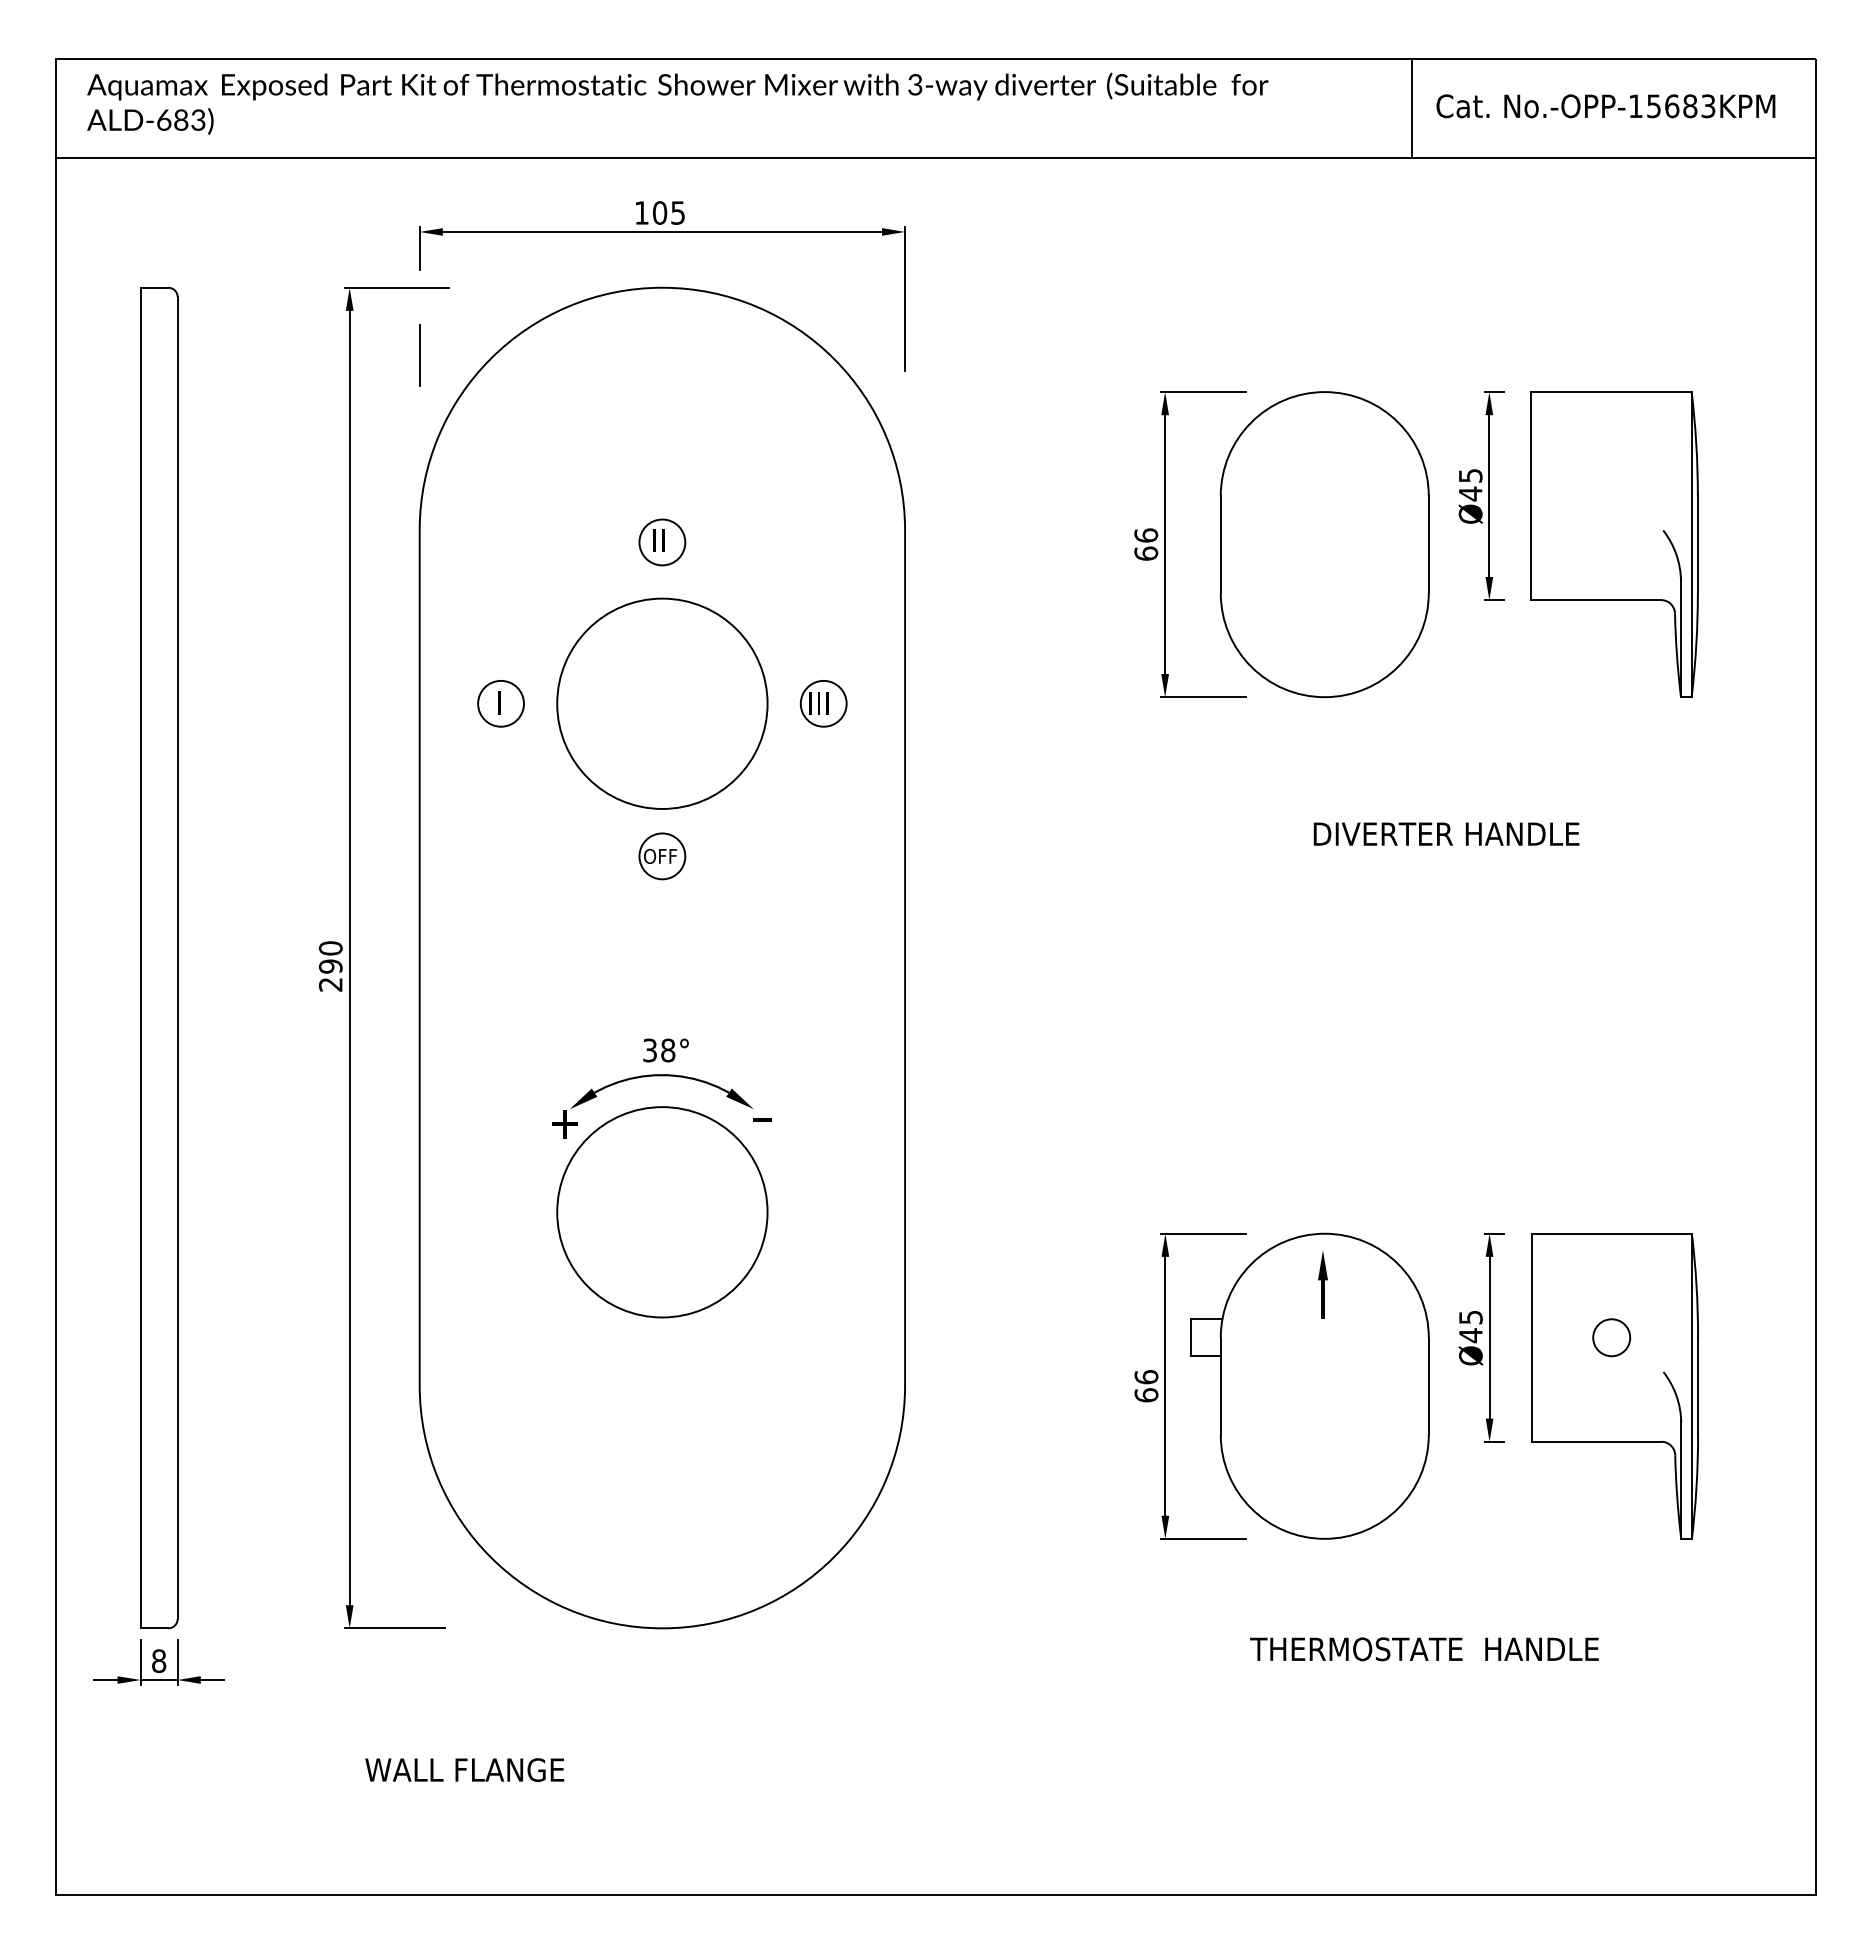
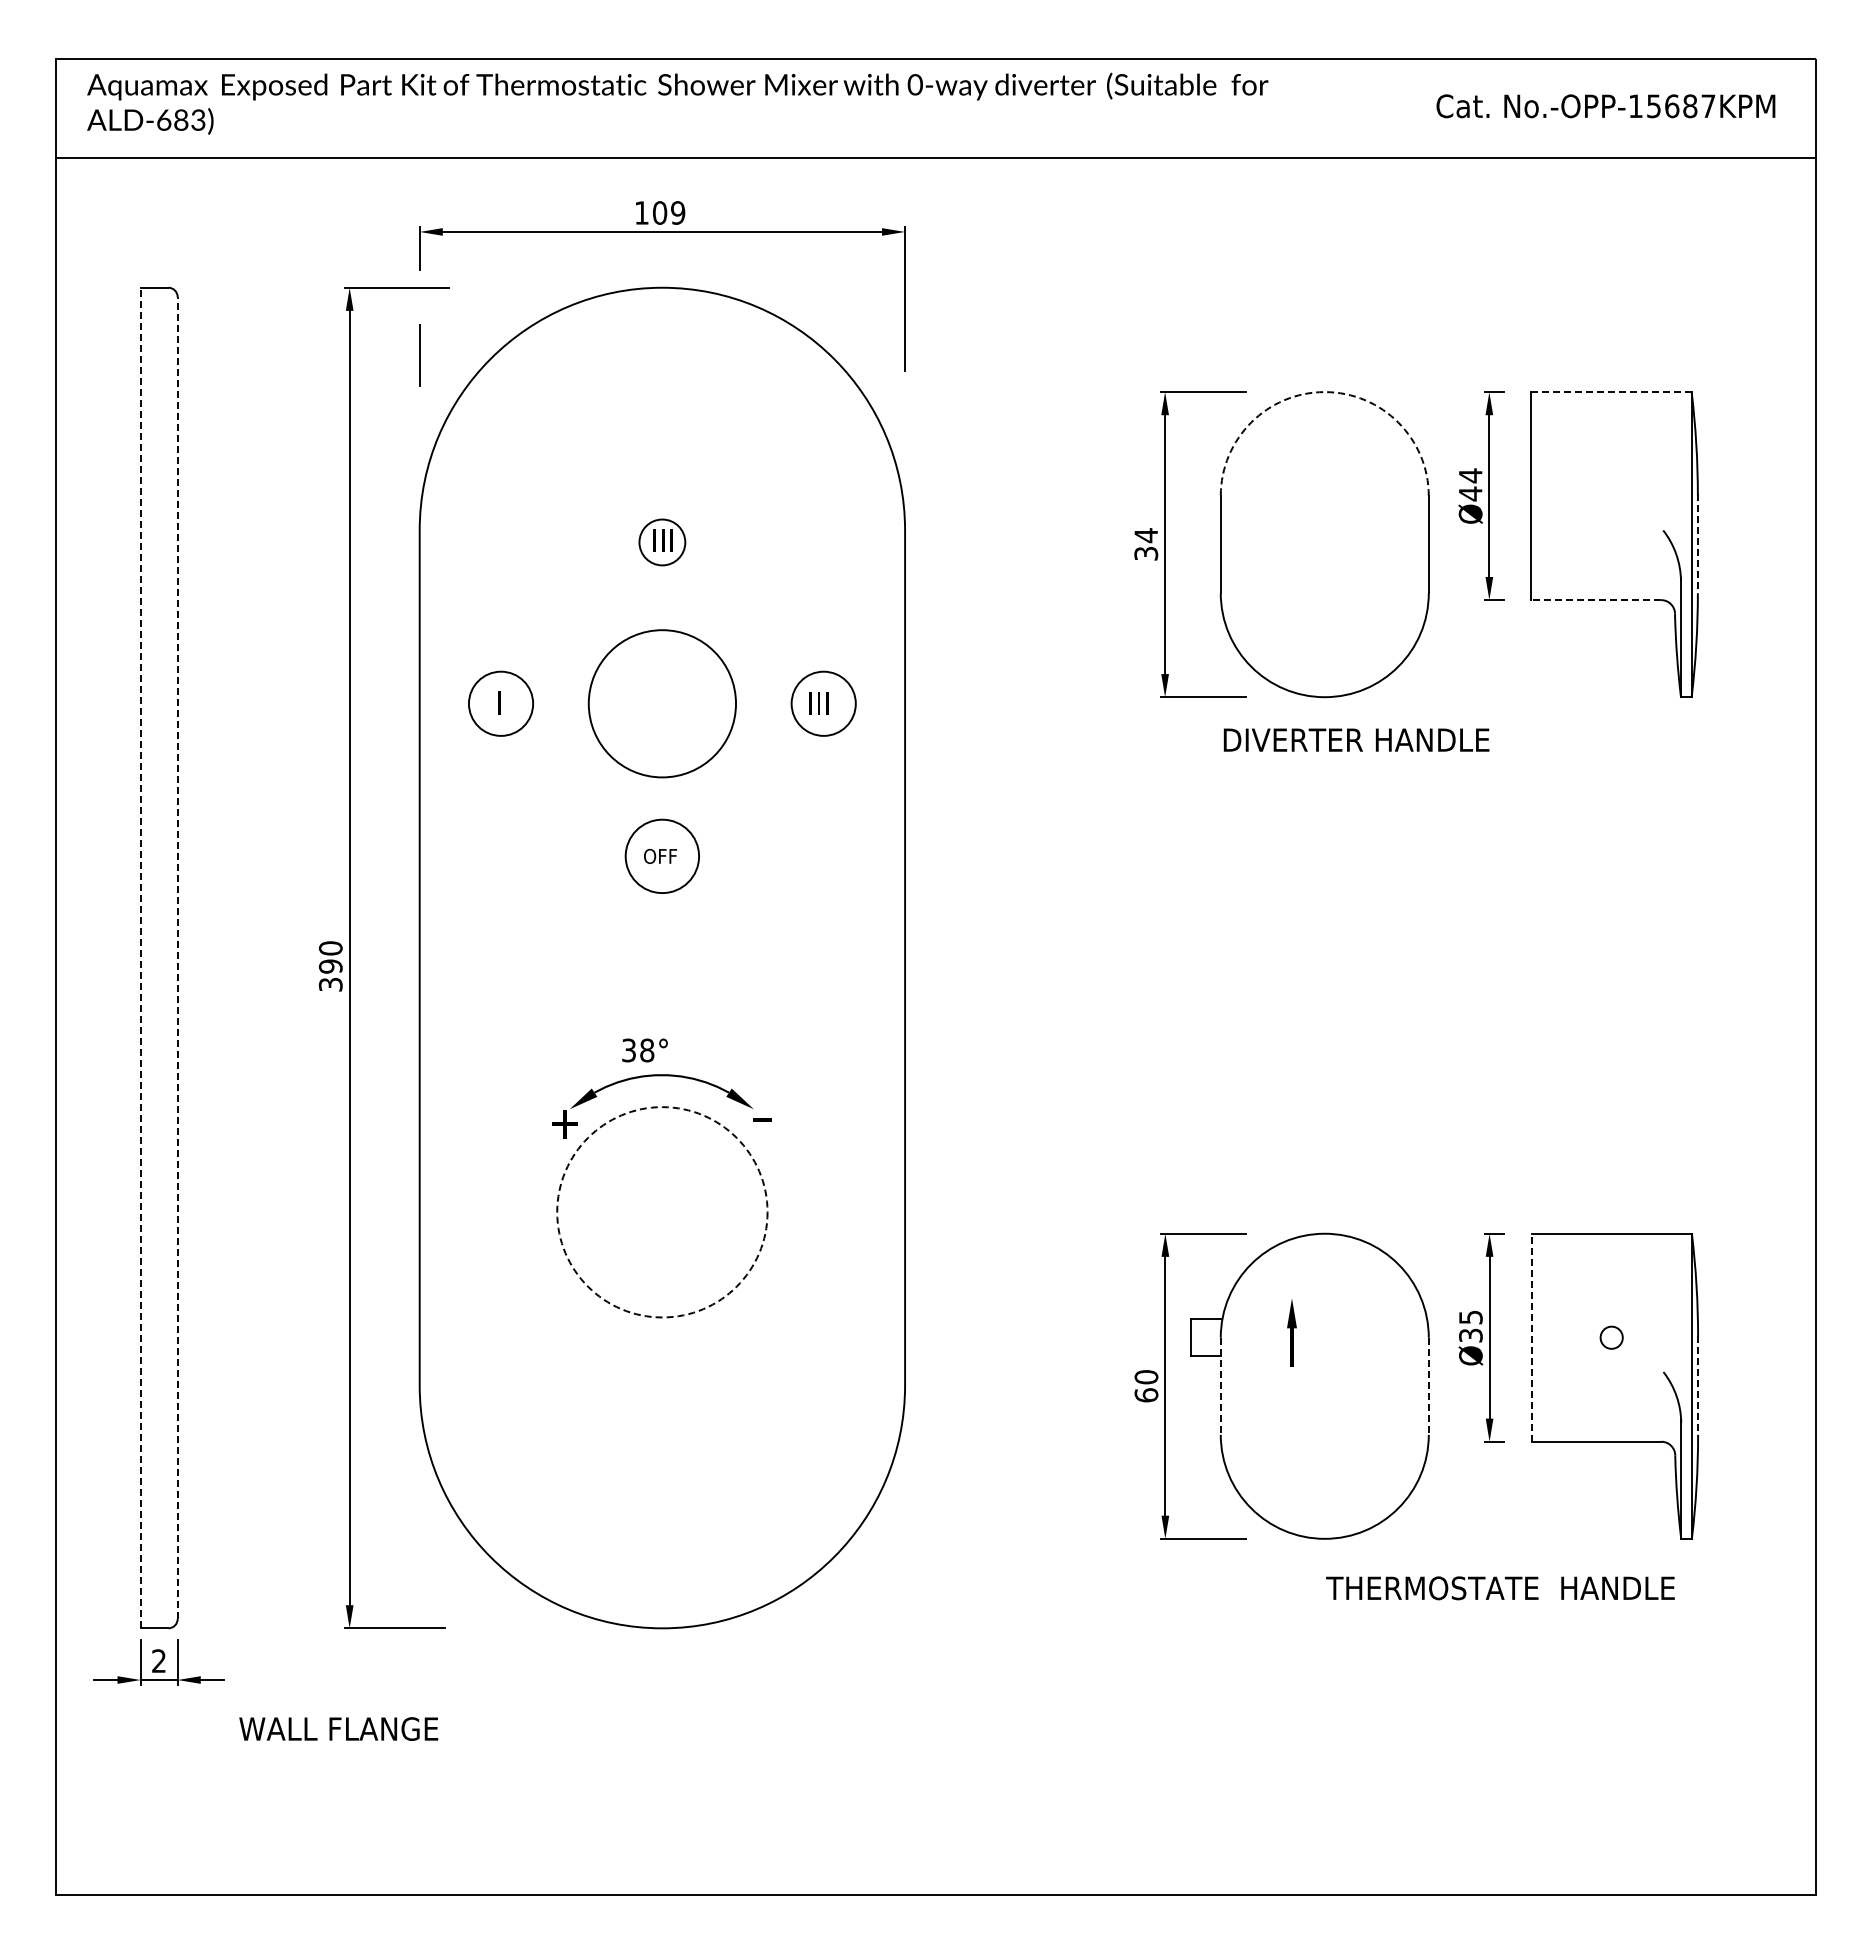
text at (914, 84): 3-way -> 0-way
text at (1708, 106): No.-OPP-15683KPM -> No.-OPP-15687KPM
line at (1411, 107): present -> none
text at (678, 212): 105 -> 109
arc at (1324, 392): solid -> dashed
line at (1612, 392): solid -> dashed
text at (1470, 475): Ø45 -> Ø44
text at (671, 540): II -> III
line at (1697, 543): solid -> dashed
text at (1146, 544): 66 -> 34
line at (1596, 600): solid -> dashed
circle at (500, 703) diameter: 46 px -> 64 px
circle at (662, 703) diameter: 210 px -> 147 px
circle at (823, 703) diameter: 46 px -> 64 px
text at (1446, 833) position: (1446, 833) -> (1356, 739)
circle at (662, 856) diameter: 46 px -> 73 px
line at (140, 957): solid -> dashed
line at (177, 957): solid -> dashed
text at (330, 984): 290 -> 390
text at (665, 1050) position: (665, 1050) -> (644, 1050)
circle at (662, 1212): solid -> dashed
part at (1322, 1284) position: (1322, 1284) -> (1291, 1332)
text at (1470, 1335): Ø45 -> Ø35
line at (1531, 1337): solid -> dashed
circle at (1611, 1337) diameter: 37 px -> 22 px
text at (1146, 1377): 66 -> 60
line at (1698, 1385): solid -> dashed
line at (1220, 1386): solid -> dashed
line at (1428, 1386): solid -> dashed
text at (1424, 1649) position: (1424, 1649) -> (1500, 1588)
text at (159, 1661): 8 -> 2
text at (464, 1769) position: (464, 1769) -> (338, 1728)
